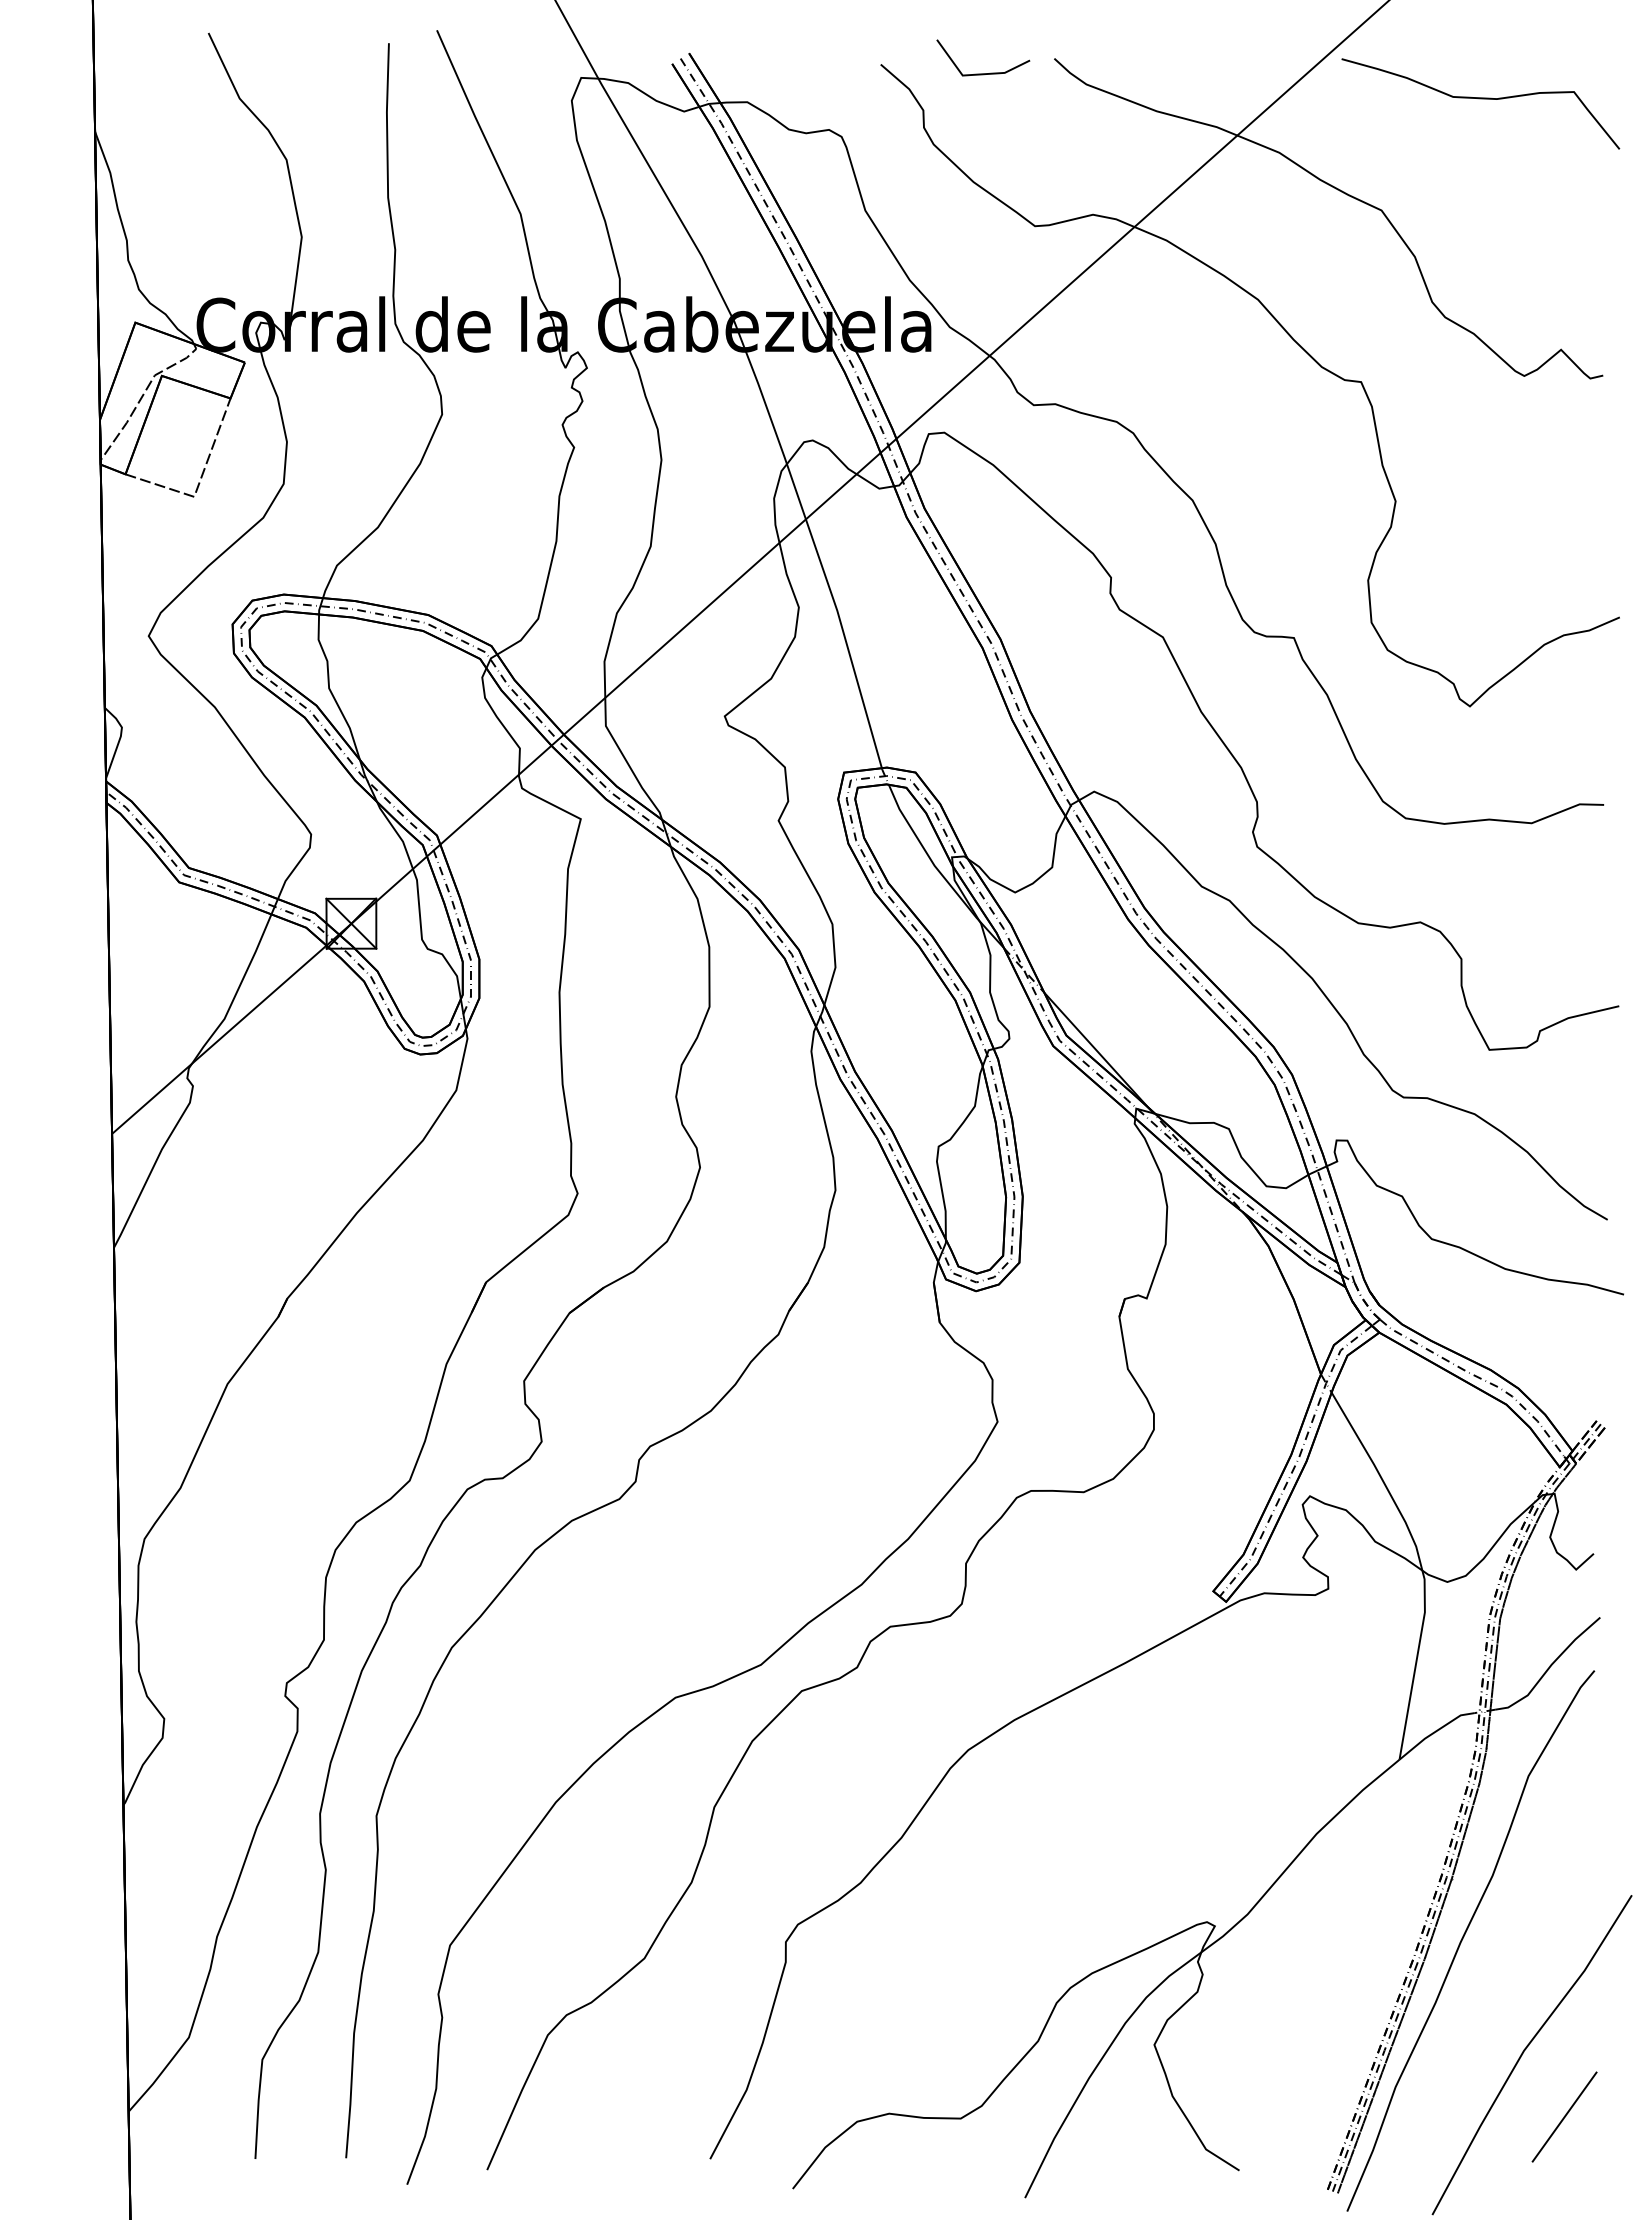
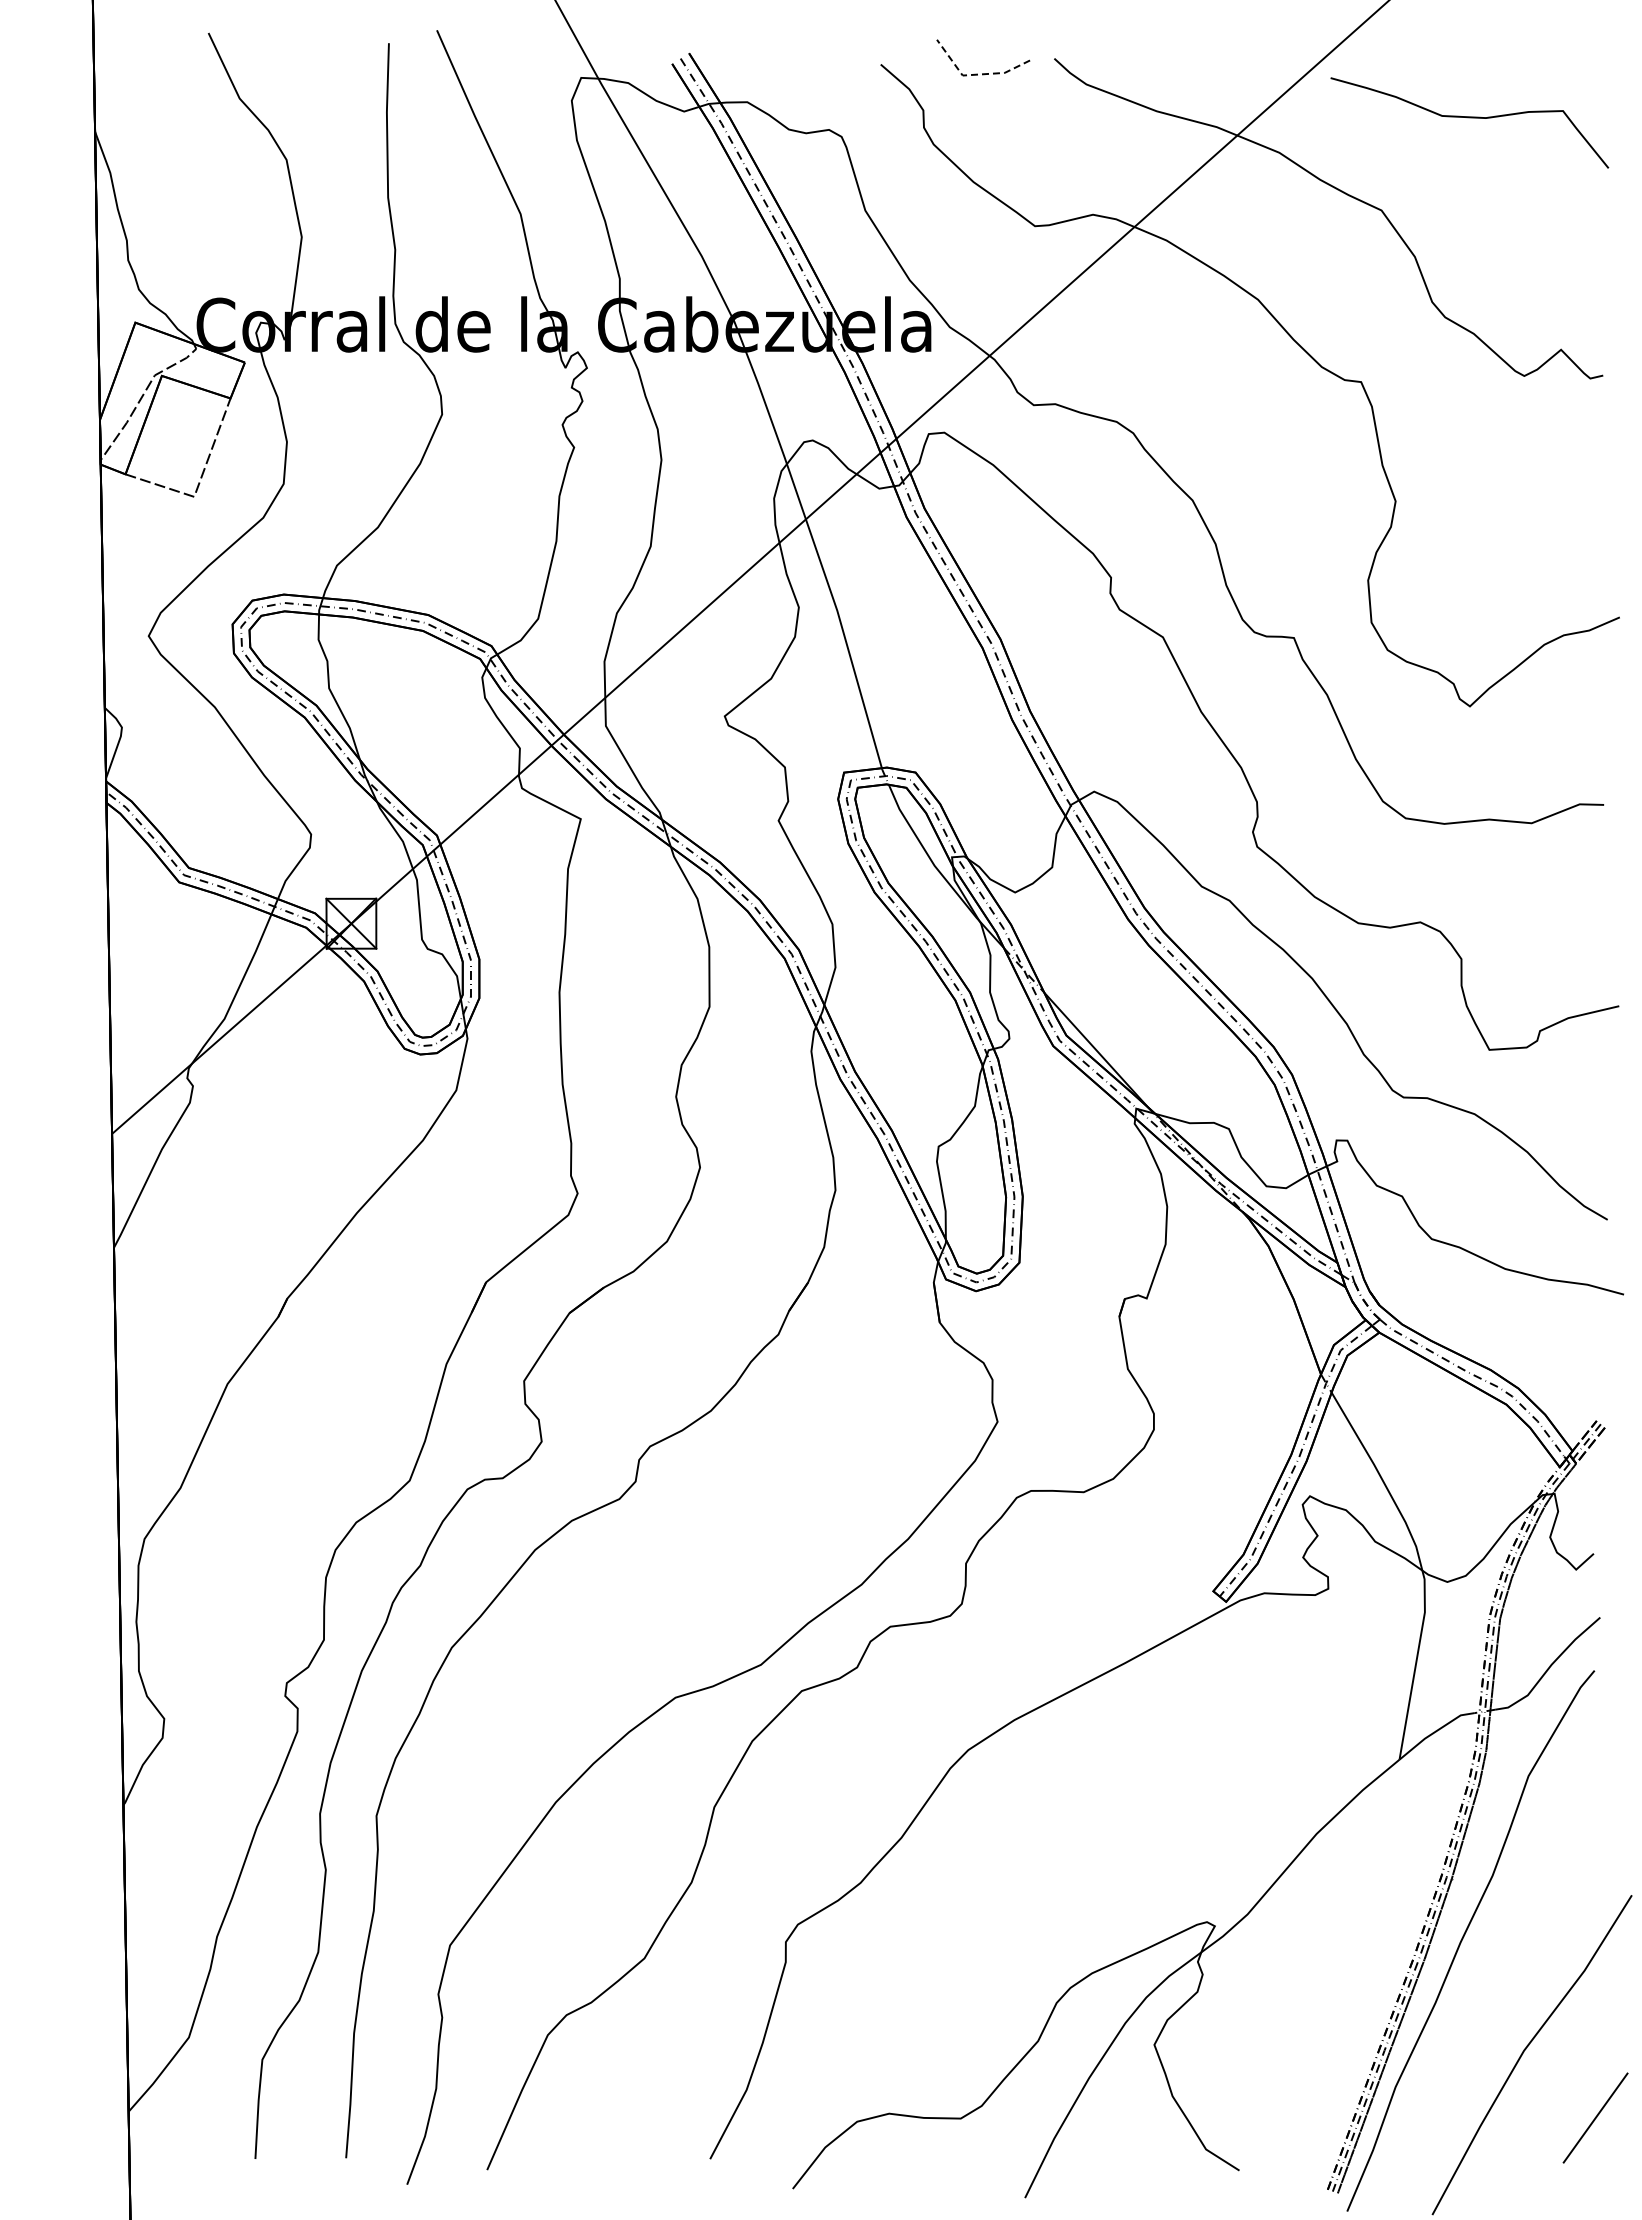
line at (975, 74): solid -> dashed
curve at (1480, 99) position: (1480, 99) -> (1469, 118)
line at (1564, 2116) position: (1564, 2116) -> (1595, 2117)
